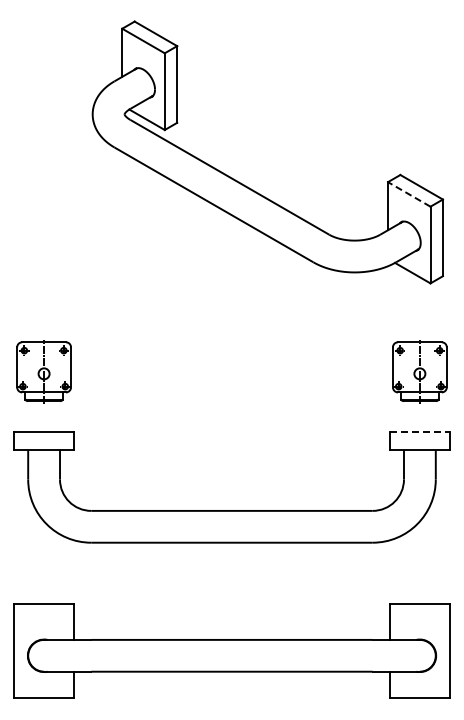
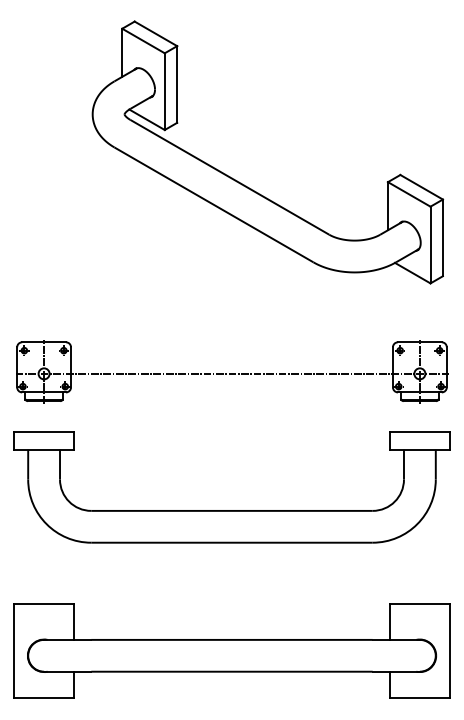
line at (409, 194): dashed -> solid
line at (231, 373): none -> present
line at (420, 432): dashed -> solid
